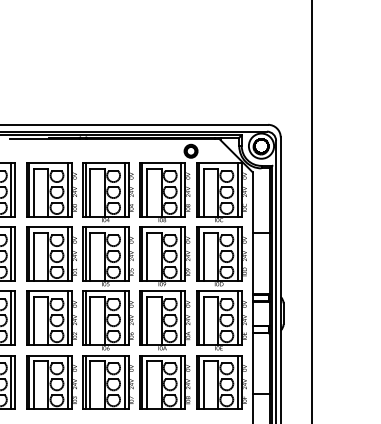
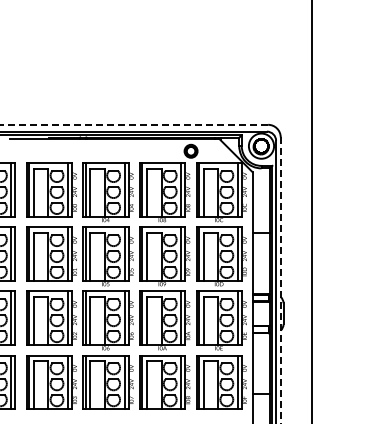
line at (134, 124): solid -> dashed
line at (280, 280): solid -> dashed
